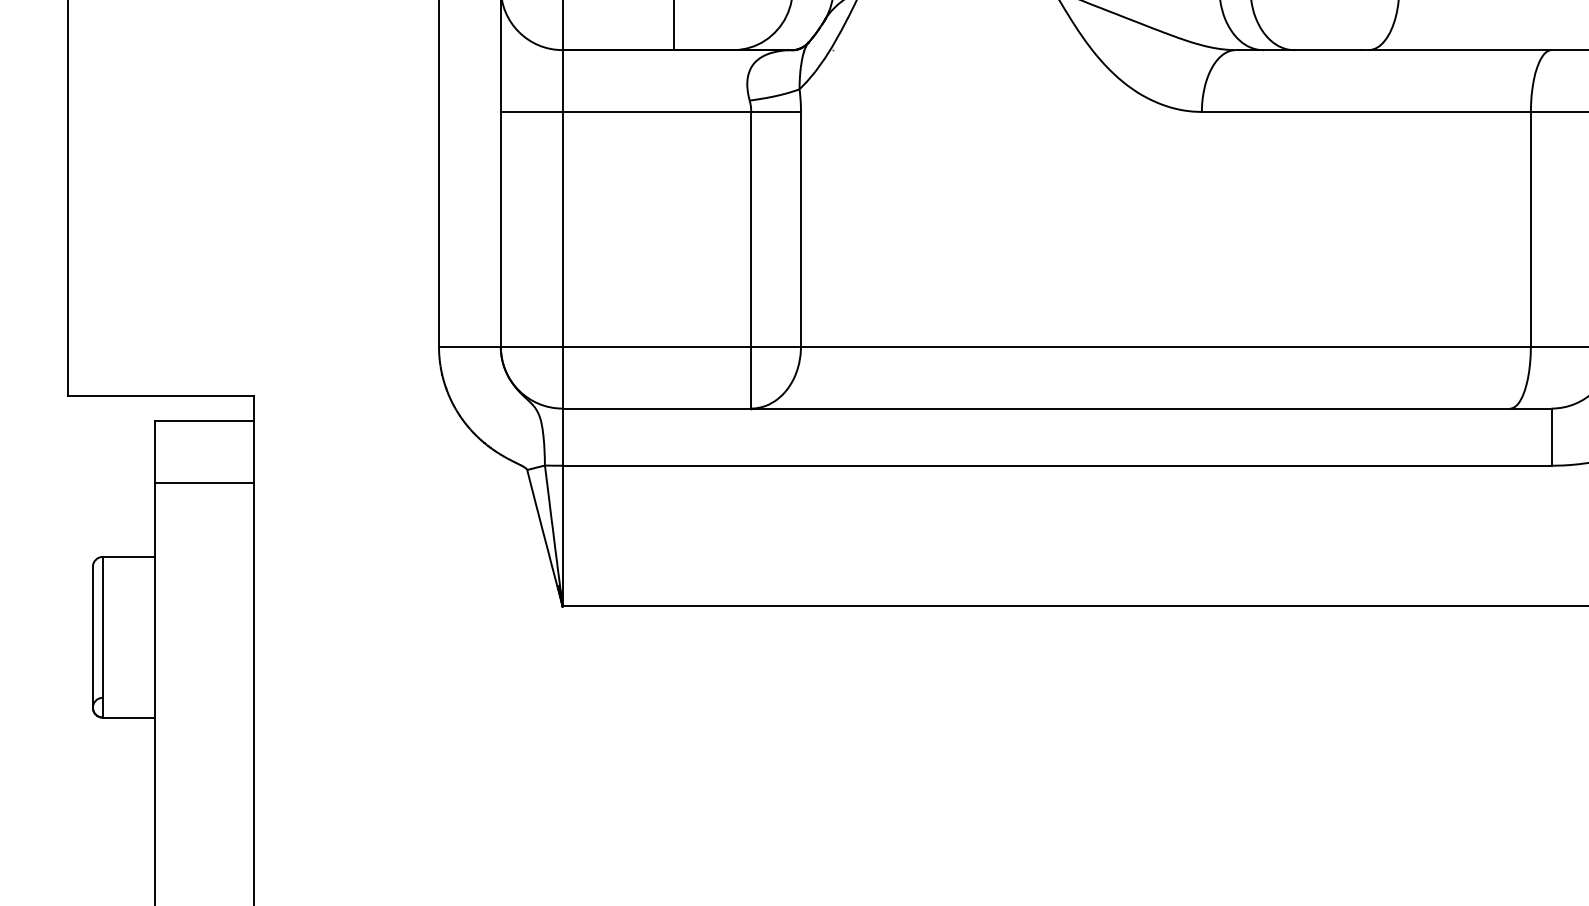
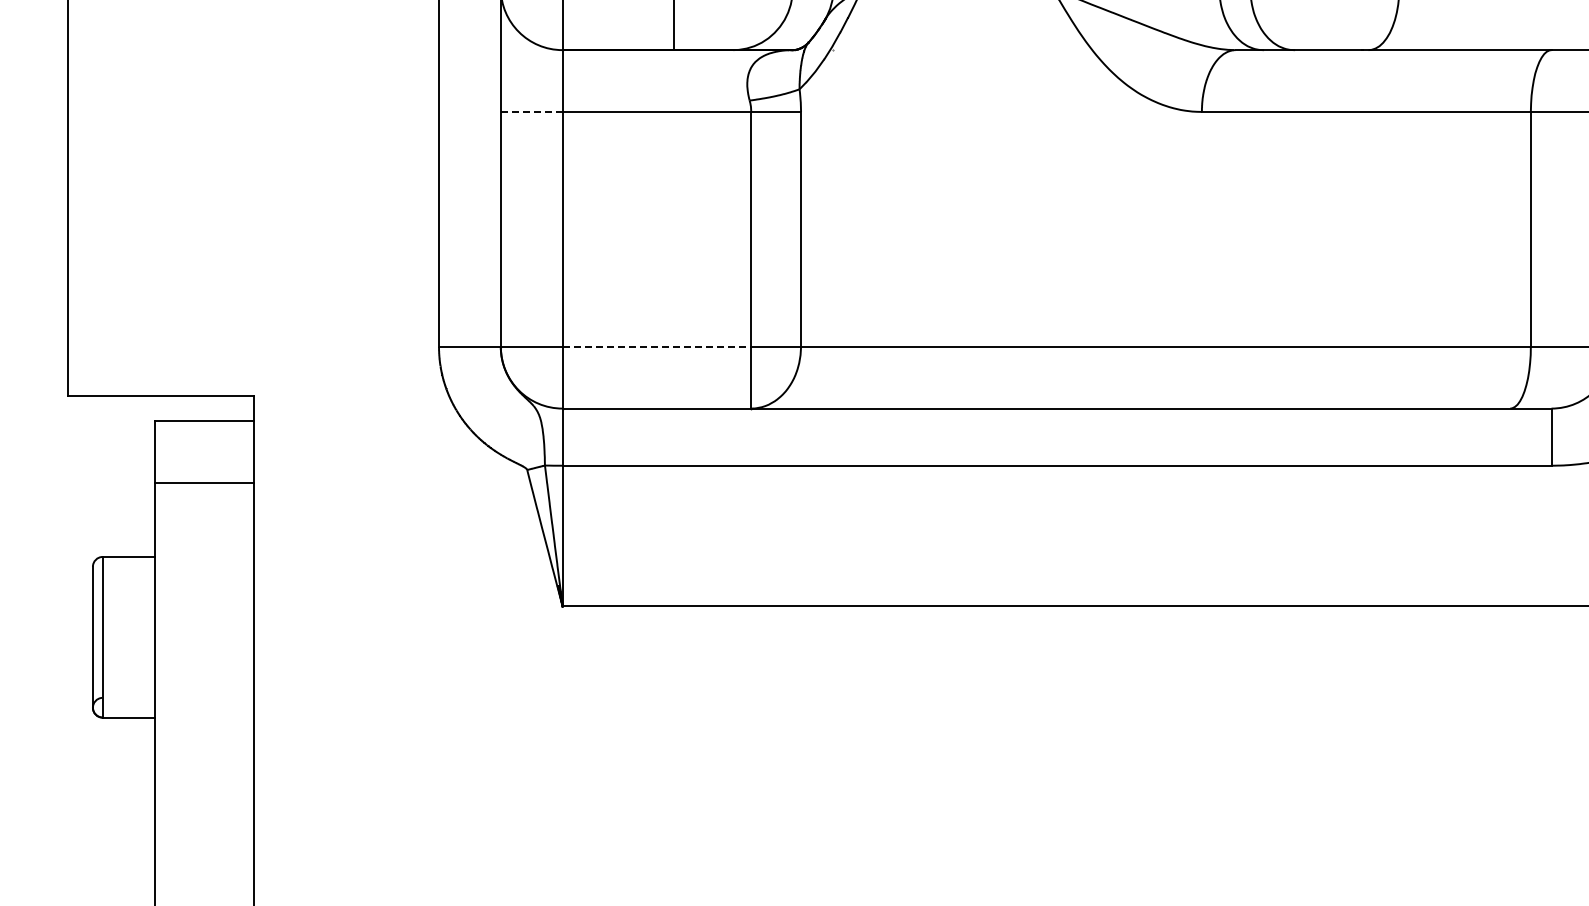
line at (531, 111): solid -> dashed
line at (657, 346): solid -> dashed
